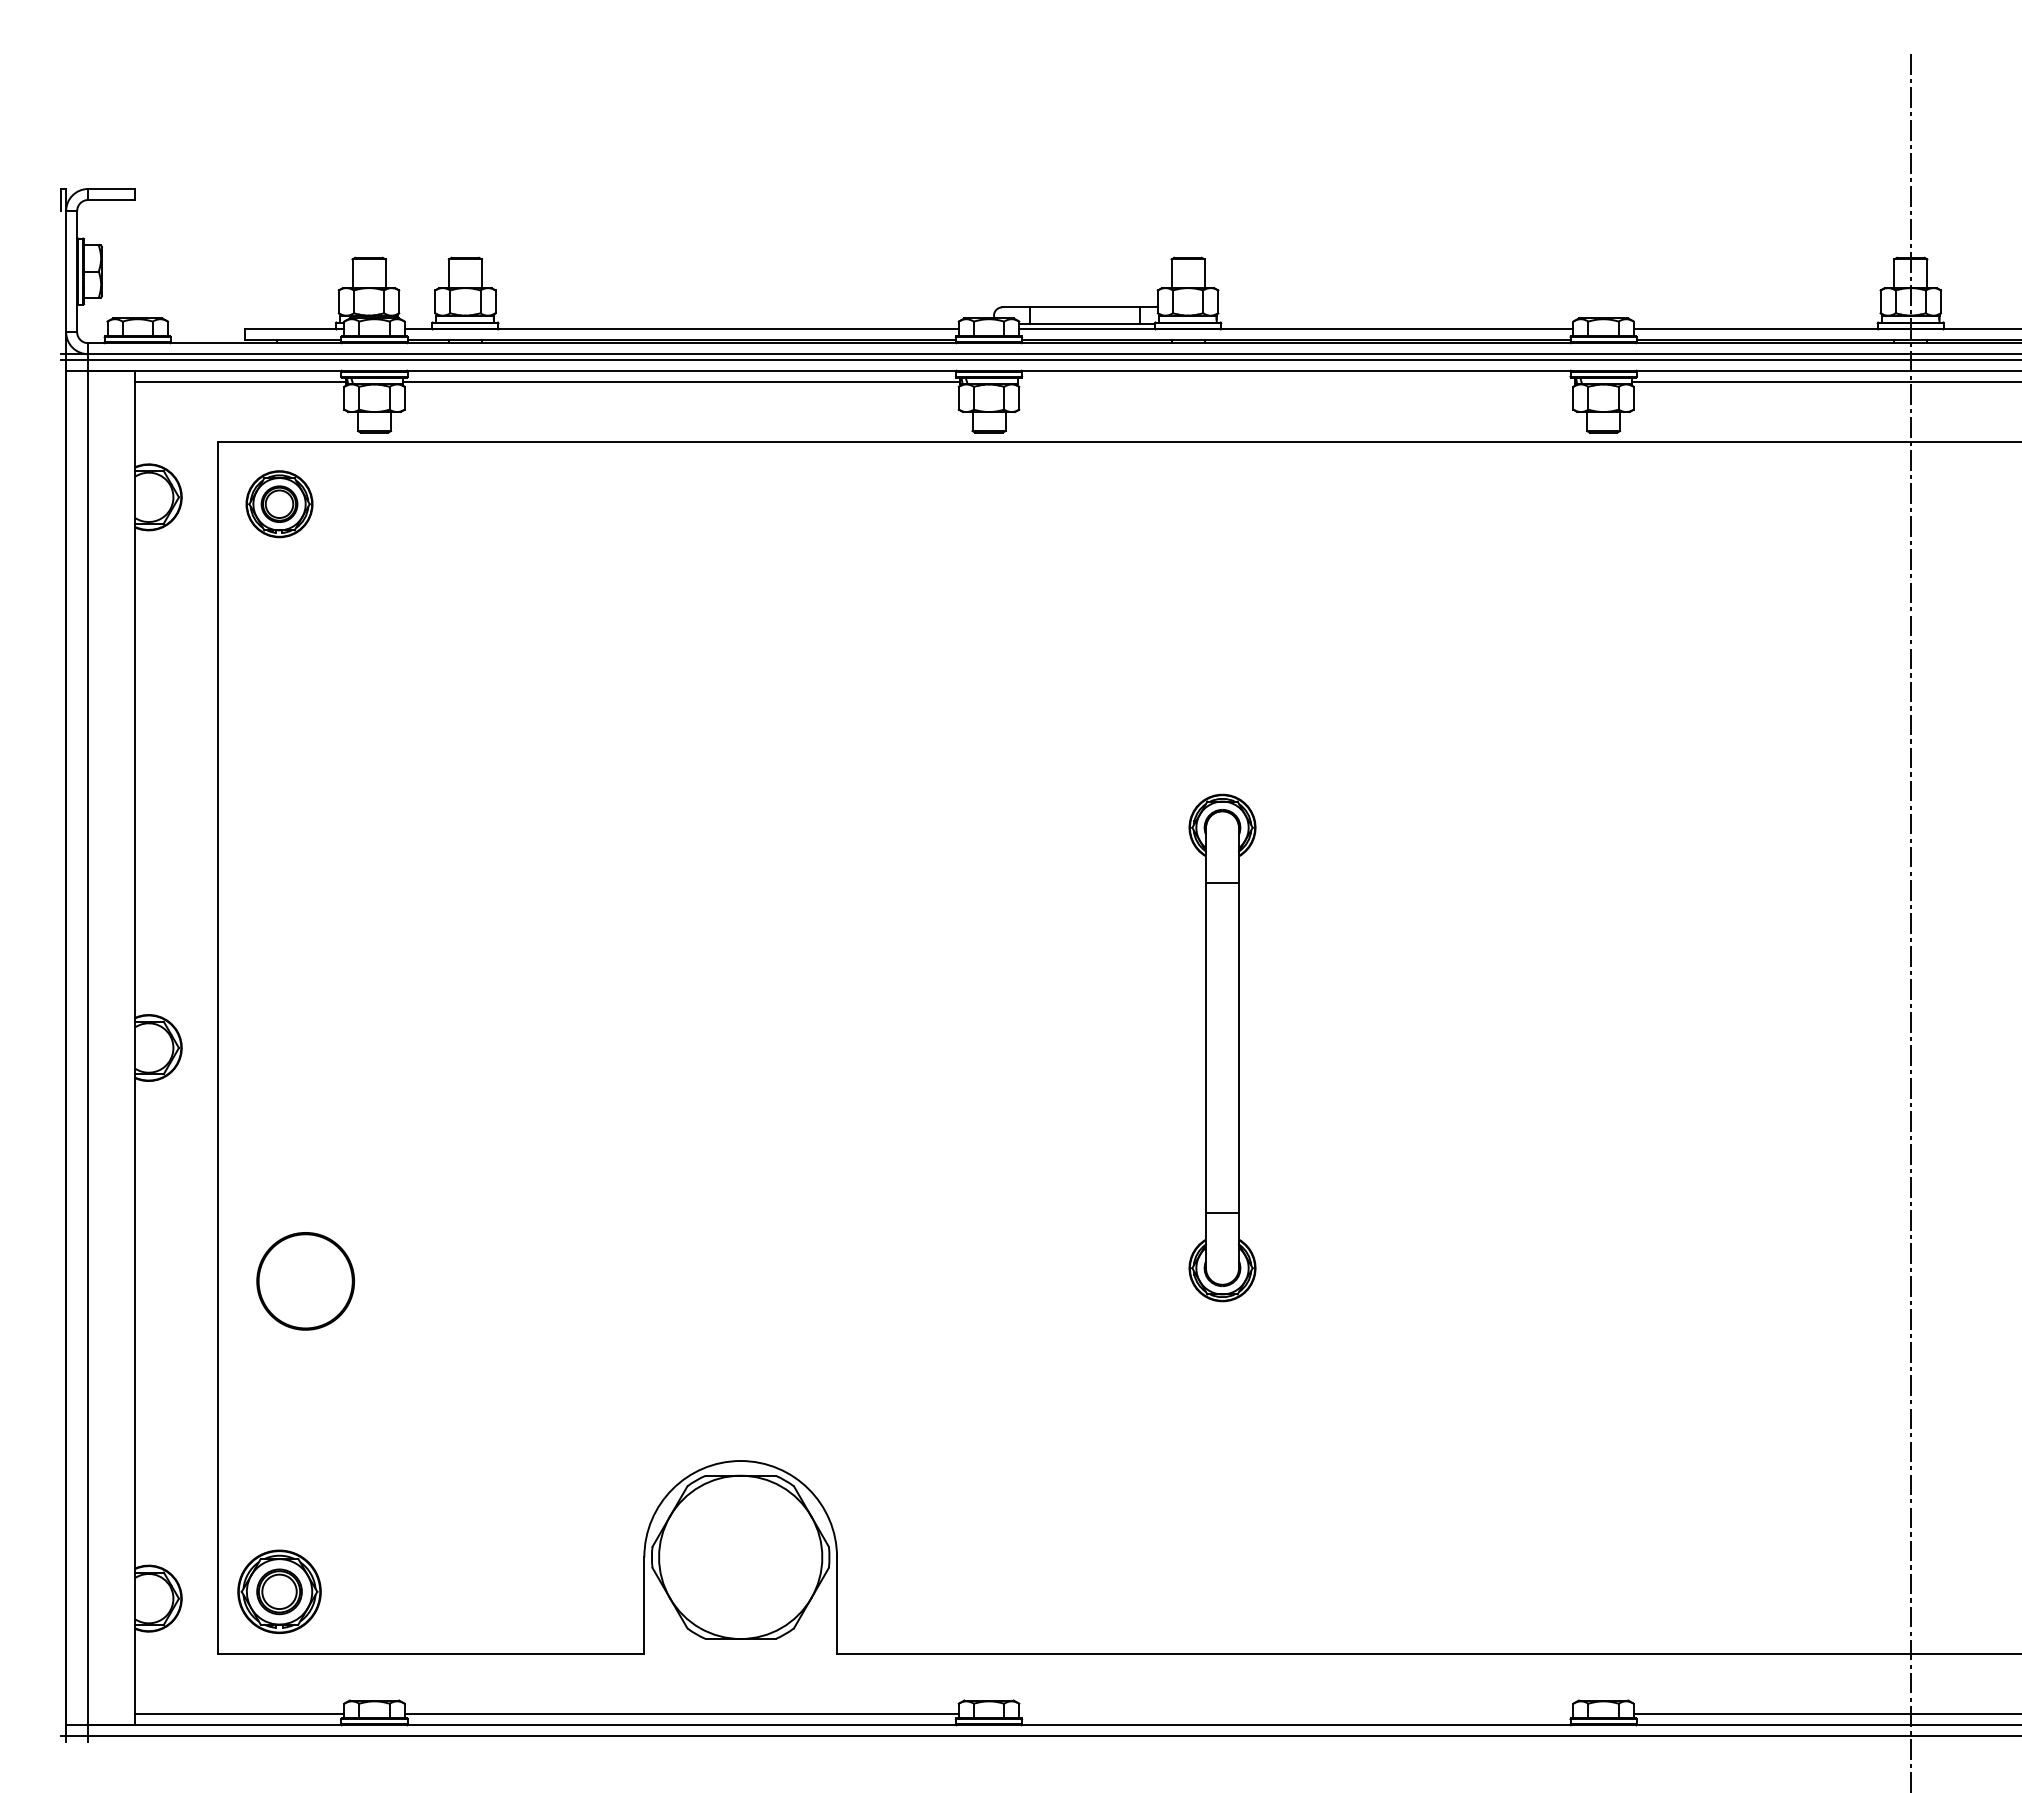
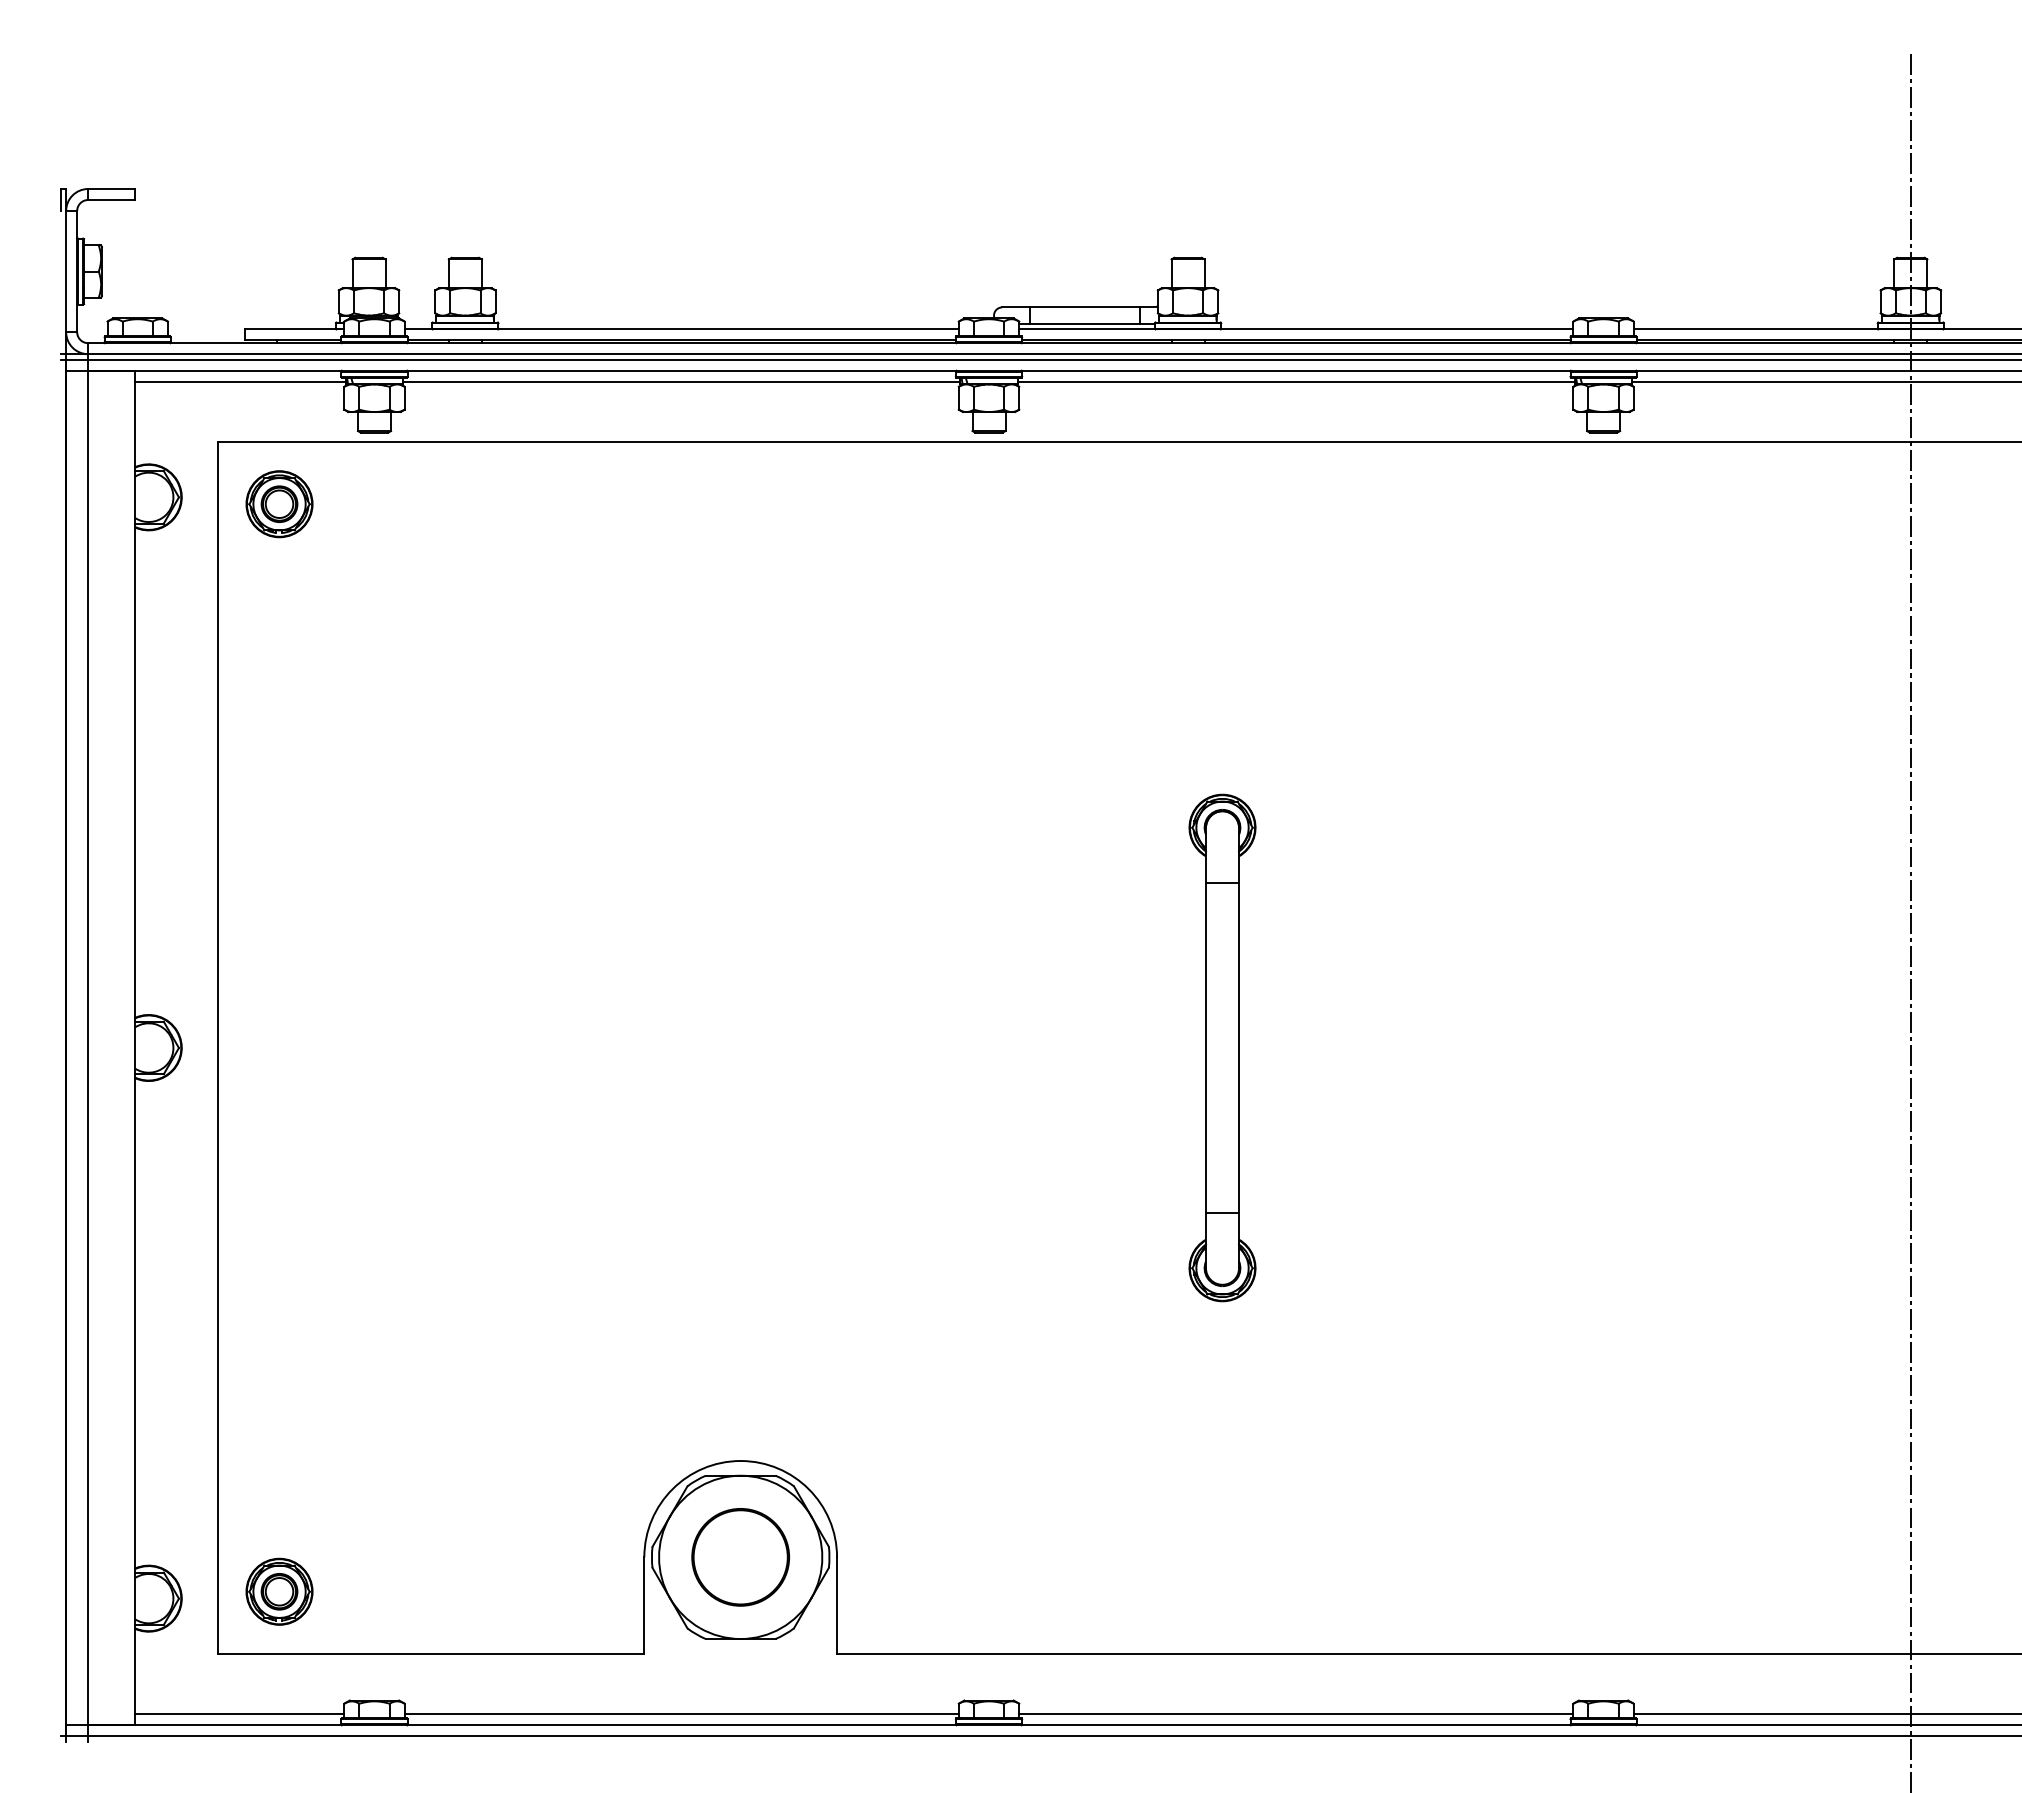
line at (1295, 381): none -> present
part at (305, 1281) position: (305, 1281) -> (740, 1557)
part at (279, 1591) size: 85x85 px -> 69x69 px
line at (1296, 1714): none -> present
